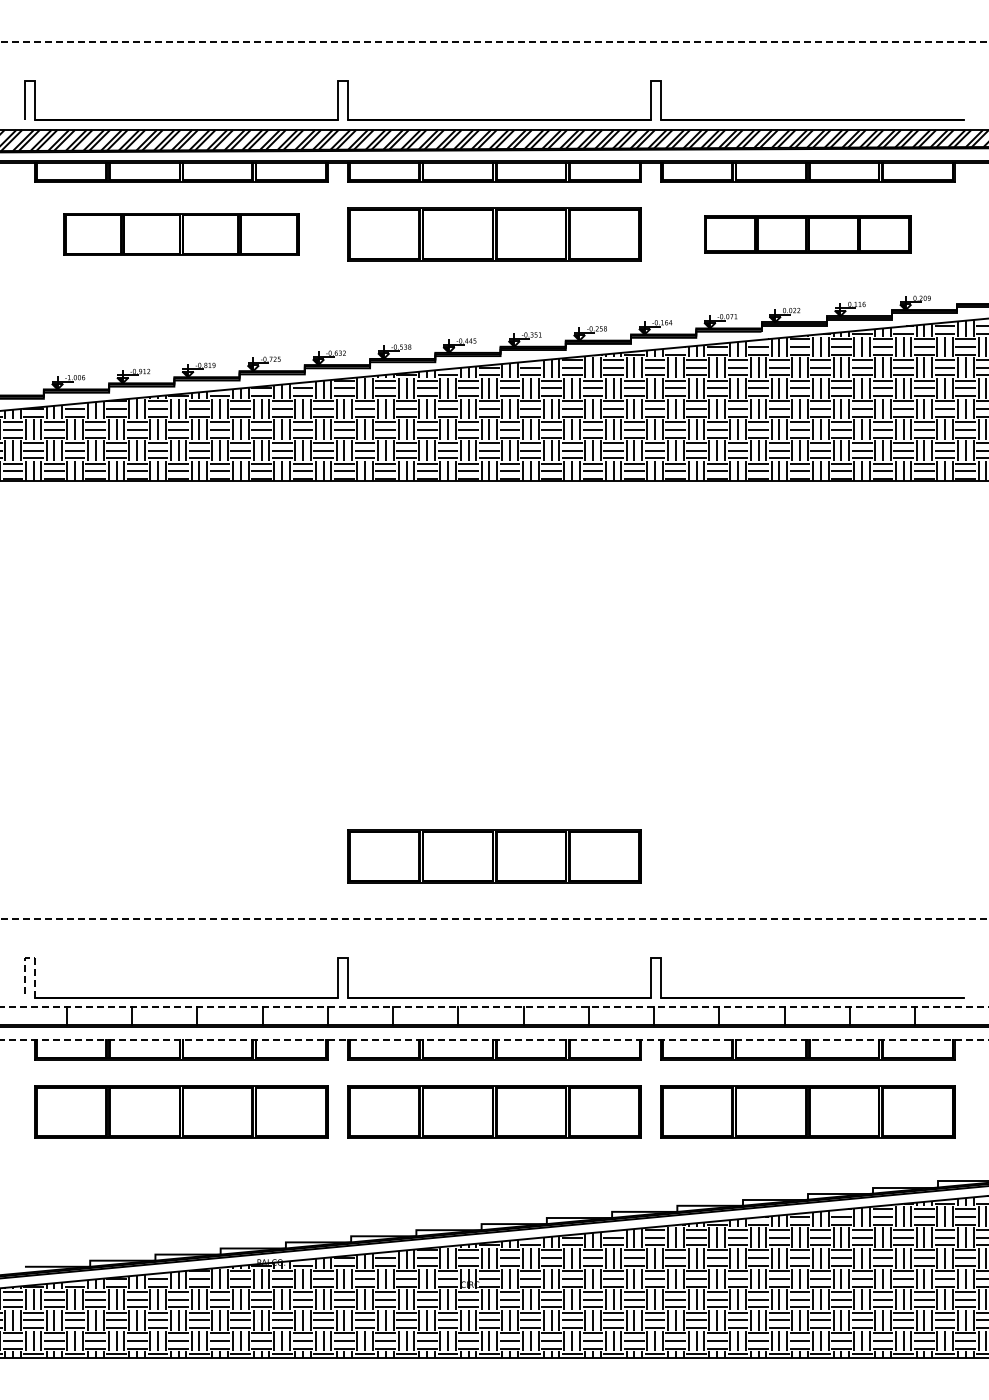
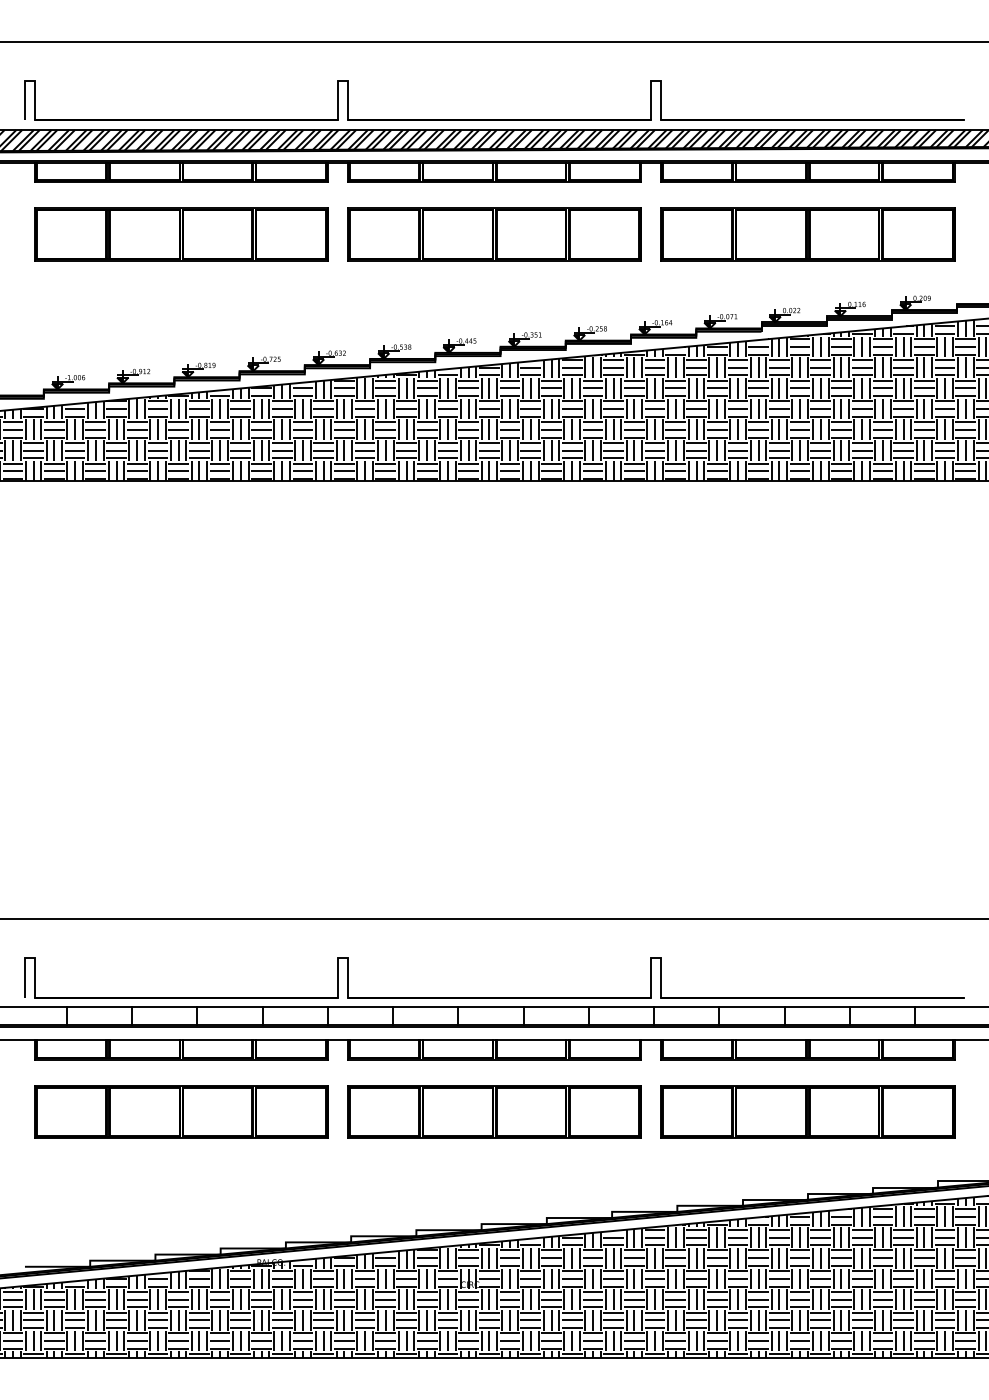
line at (494, 41): dashed -> solid
part at (181, 234) size: 237x43 px -> 295x55 px
part at (807, 234) size: 208x39 px -> 296x55 px
part at (494, 856): present -> none
line at (494, 919): dashed -> solid
line at (29, 958): dashed -> solid
line at (494, 1007): dashed -> solid
line at (494, 1040): dashed -> solid
